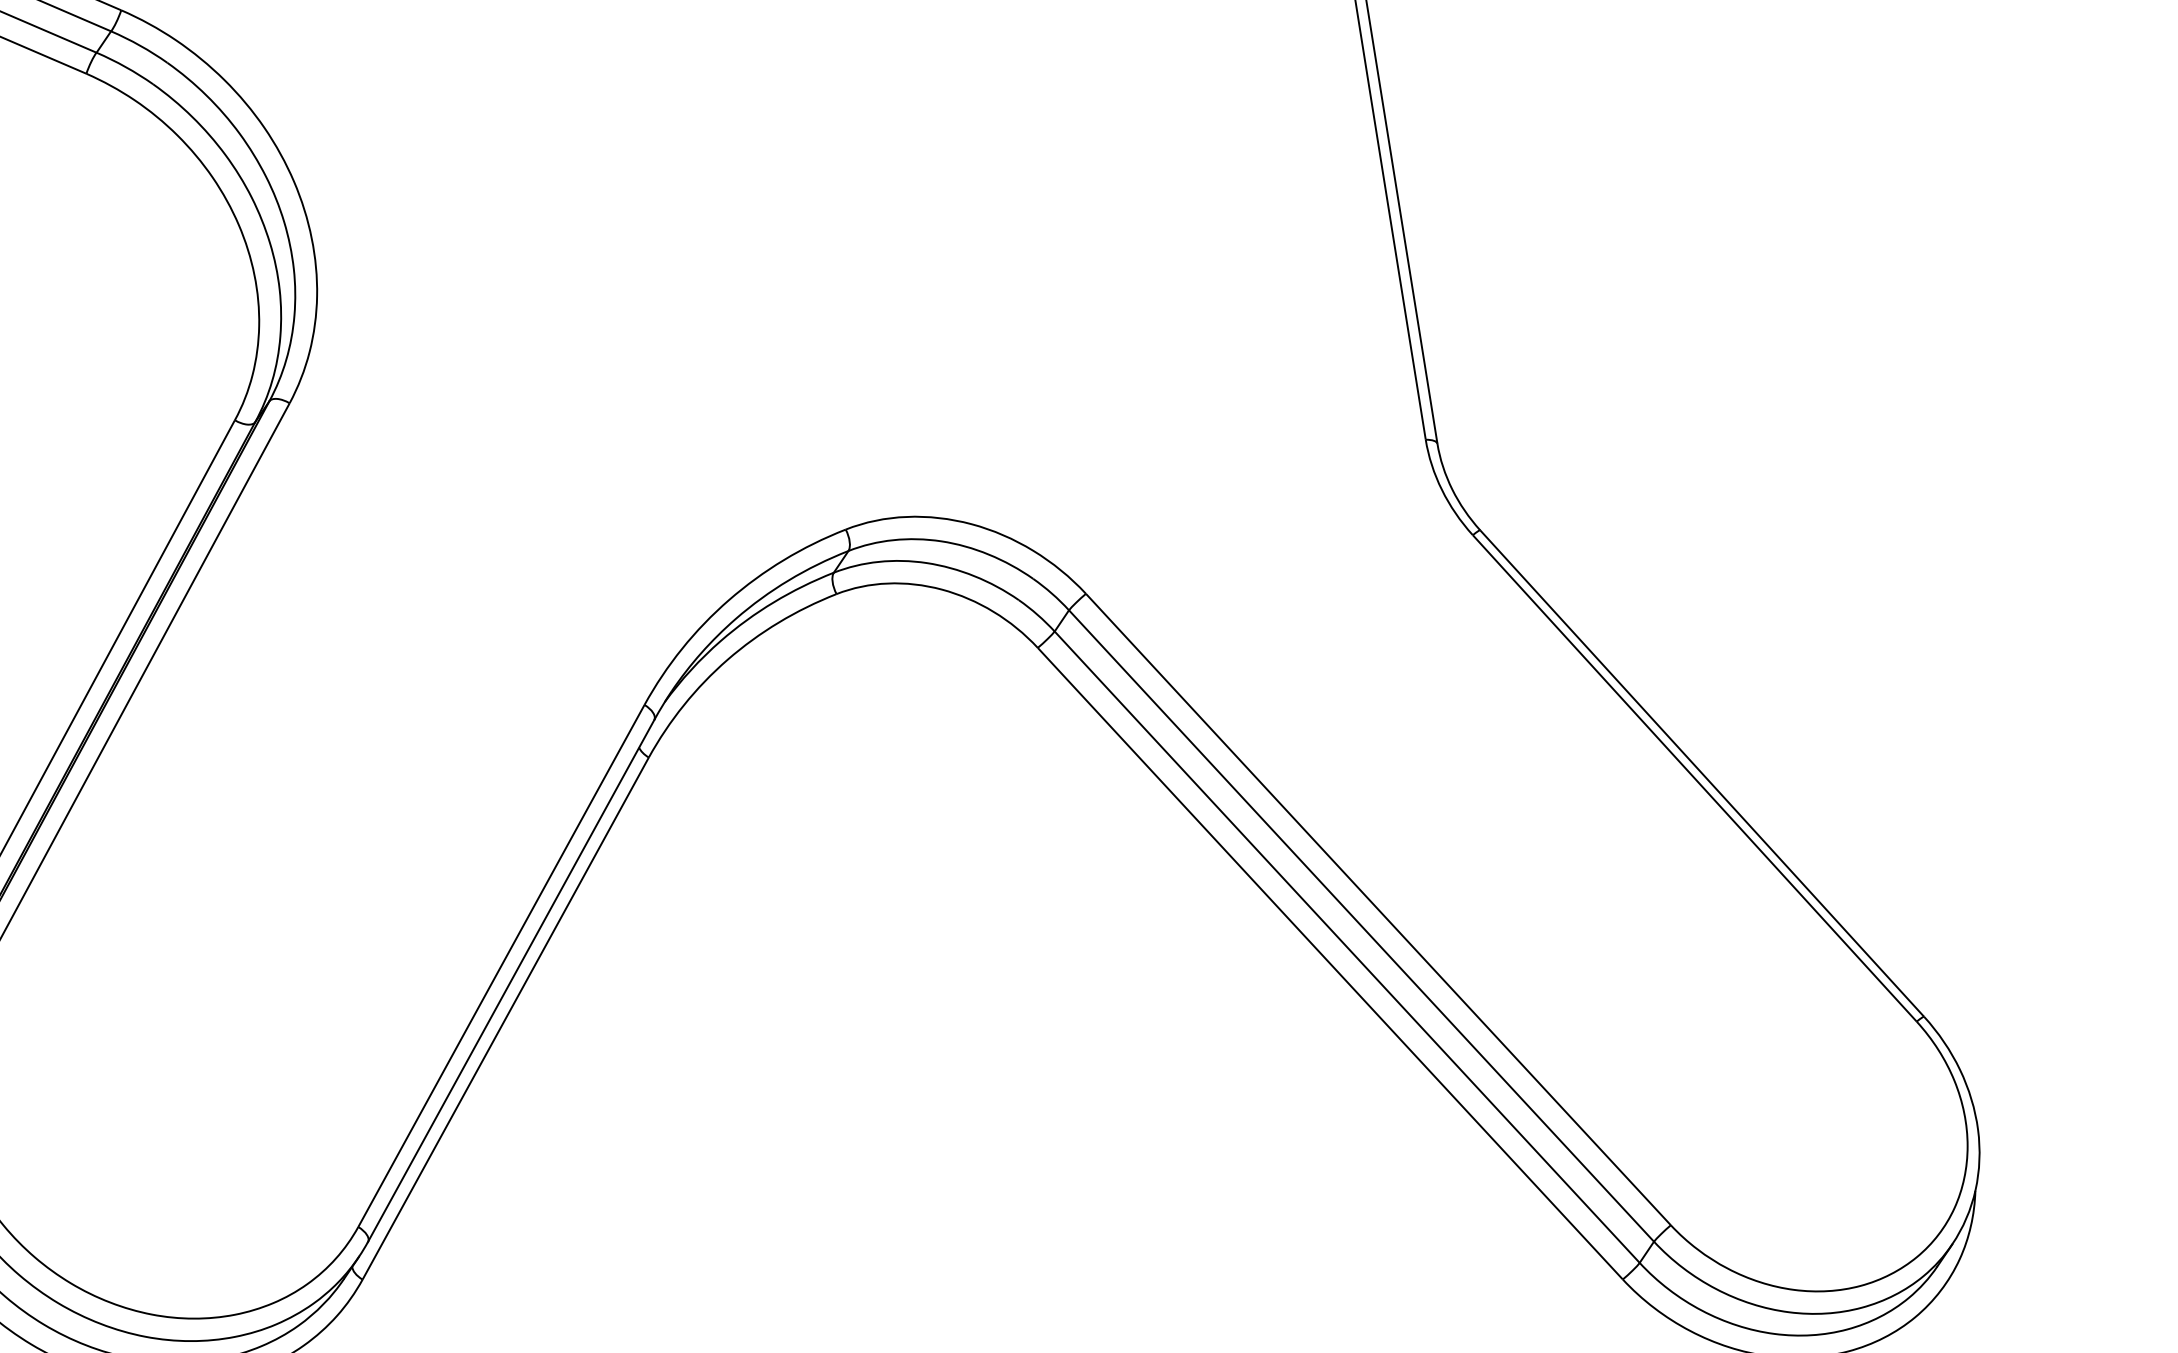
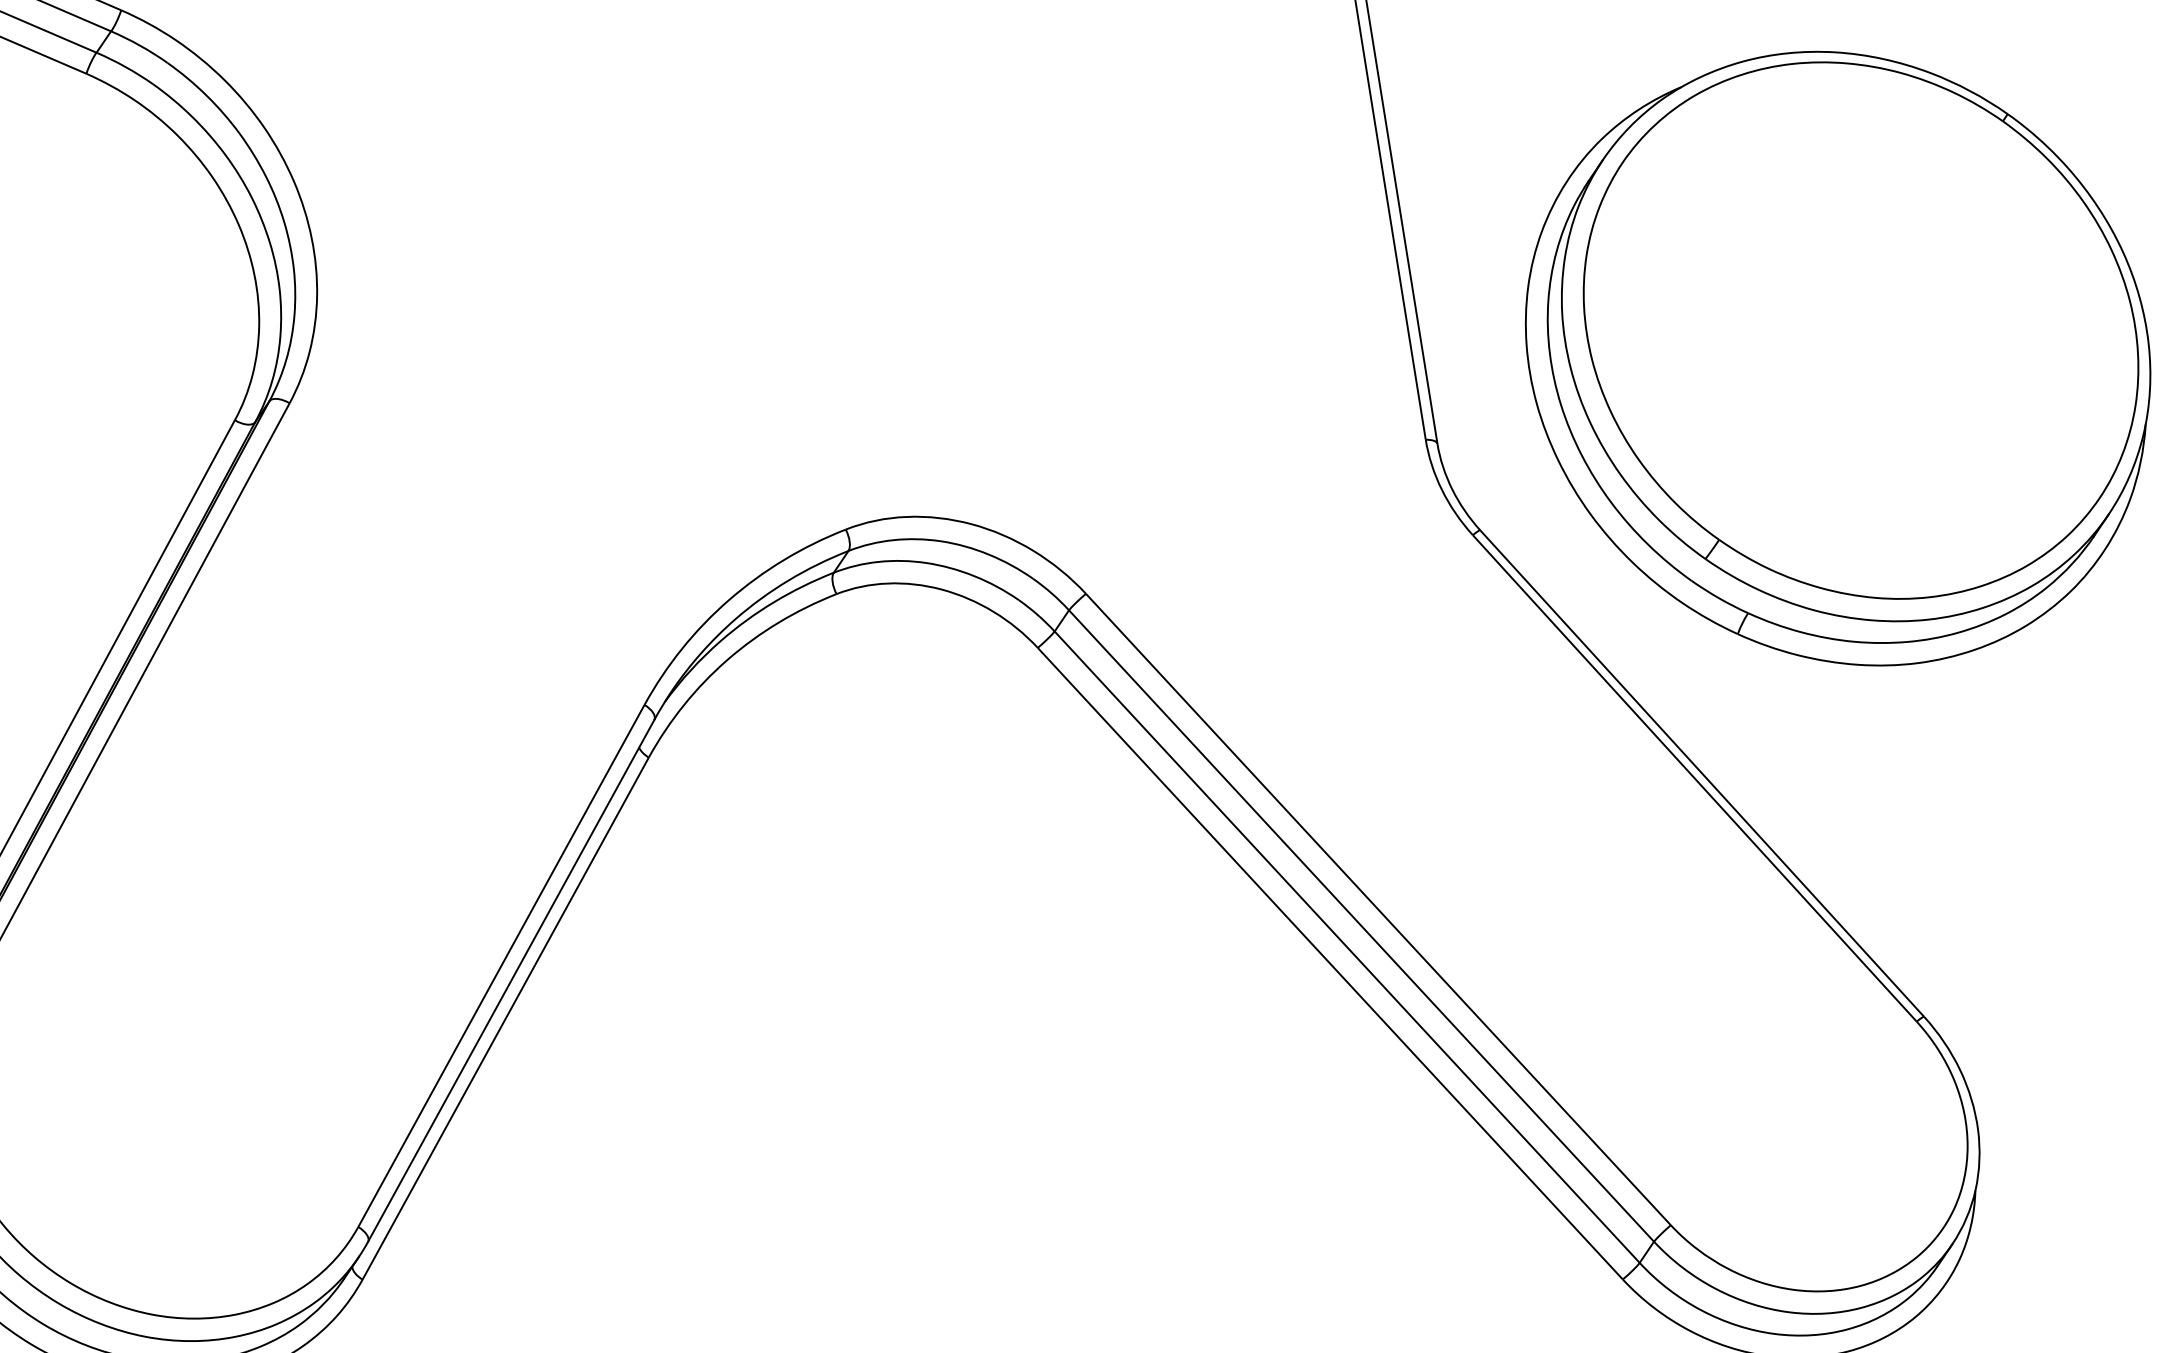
part at (1838, 358): none -> present
